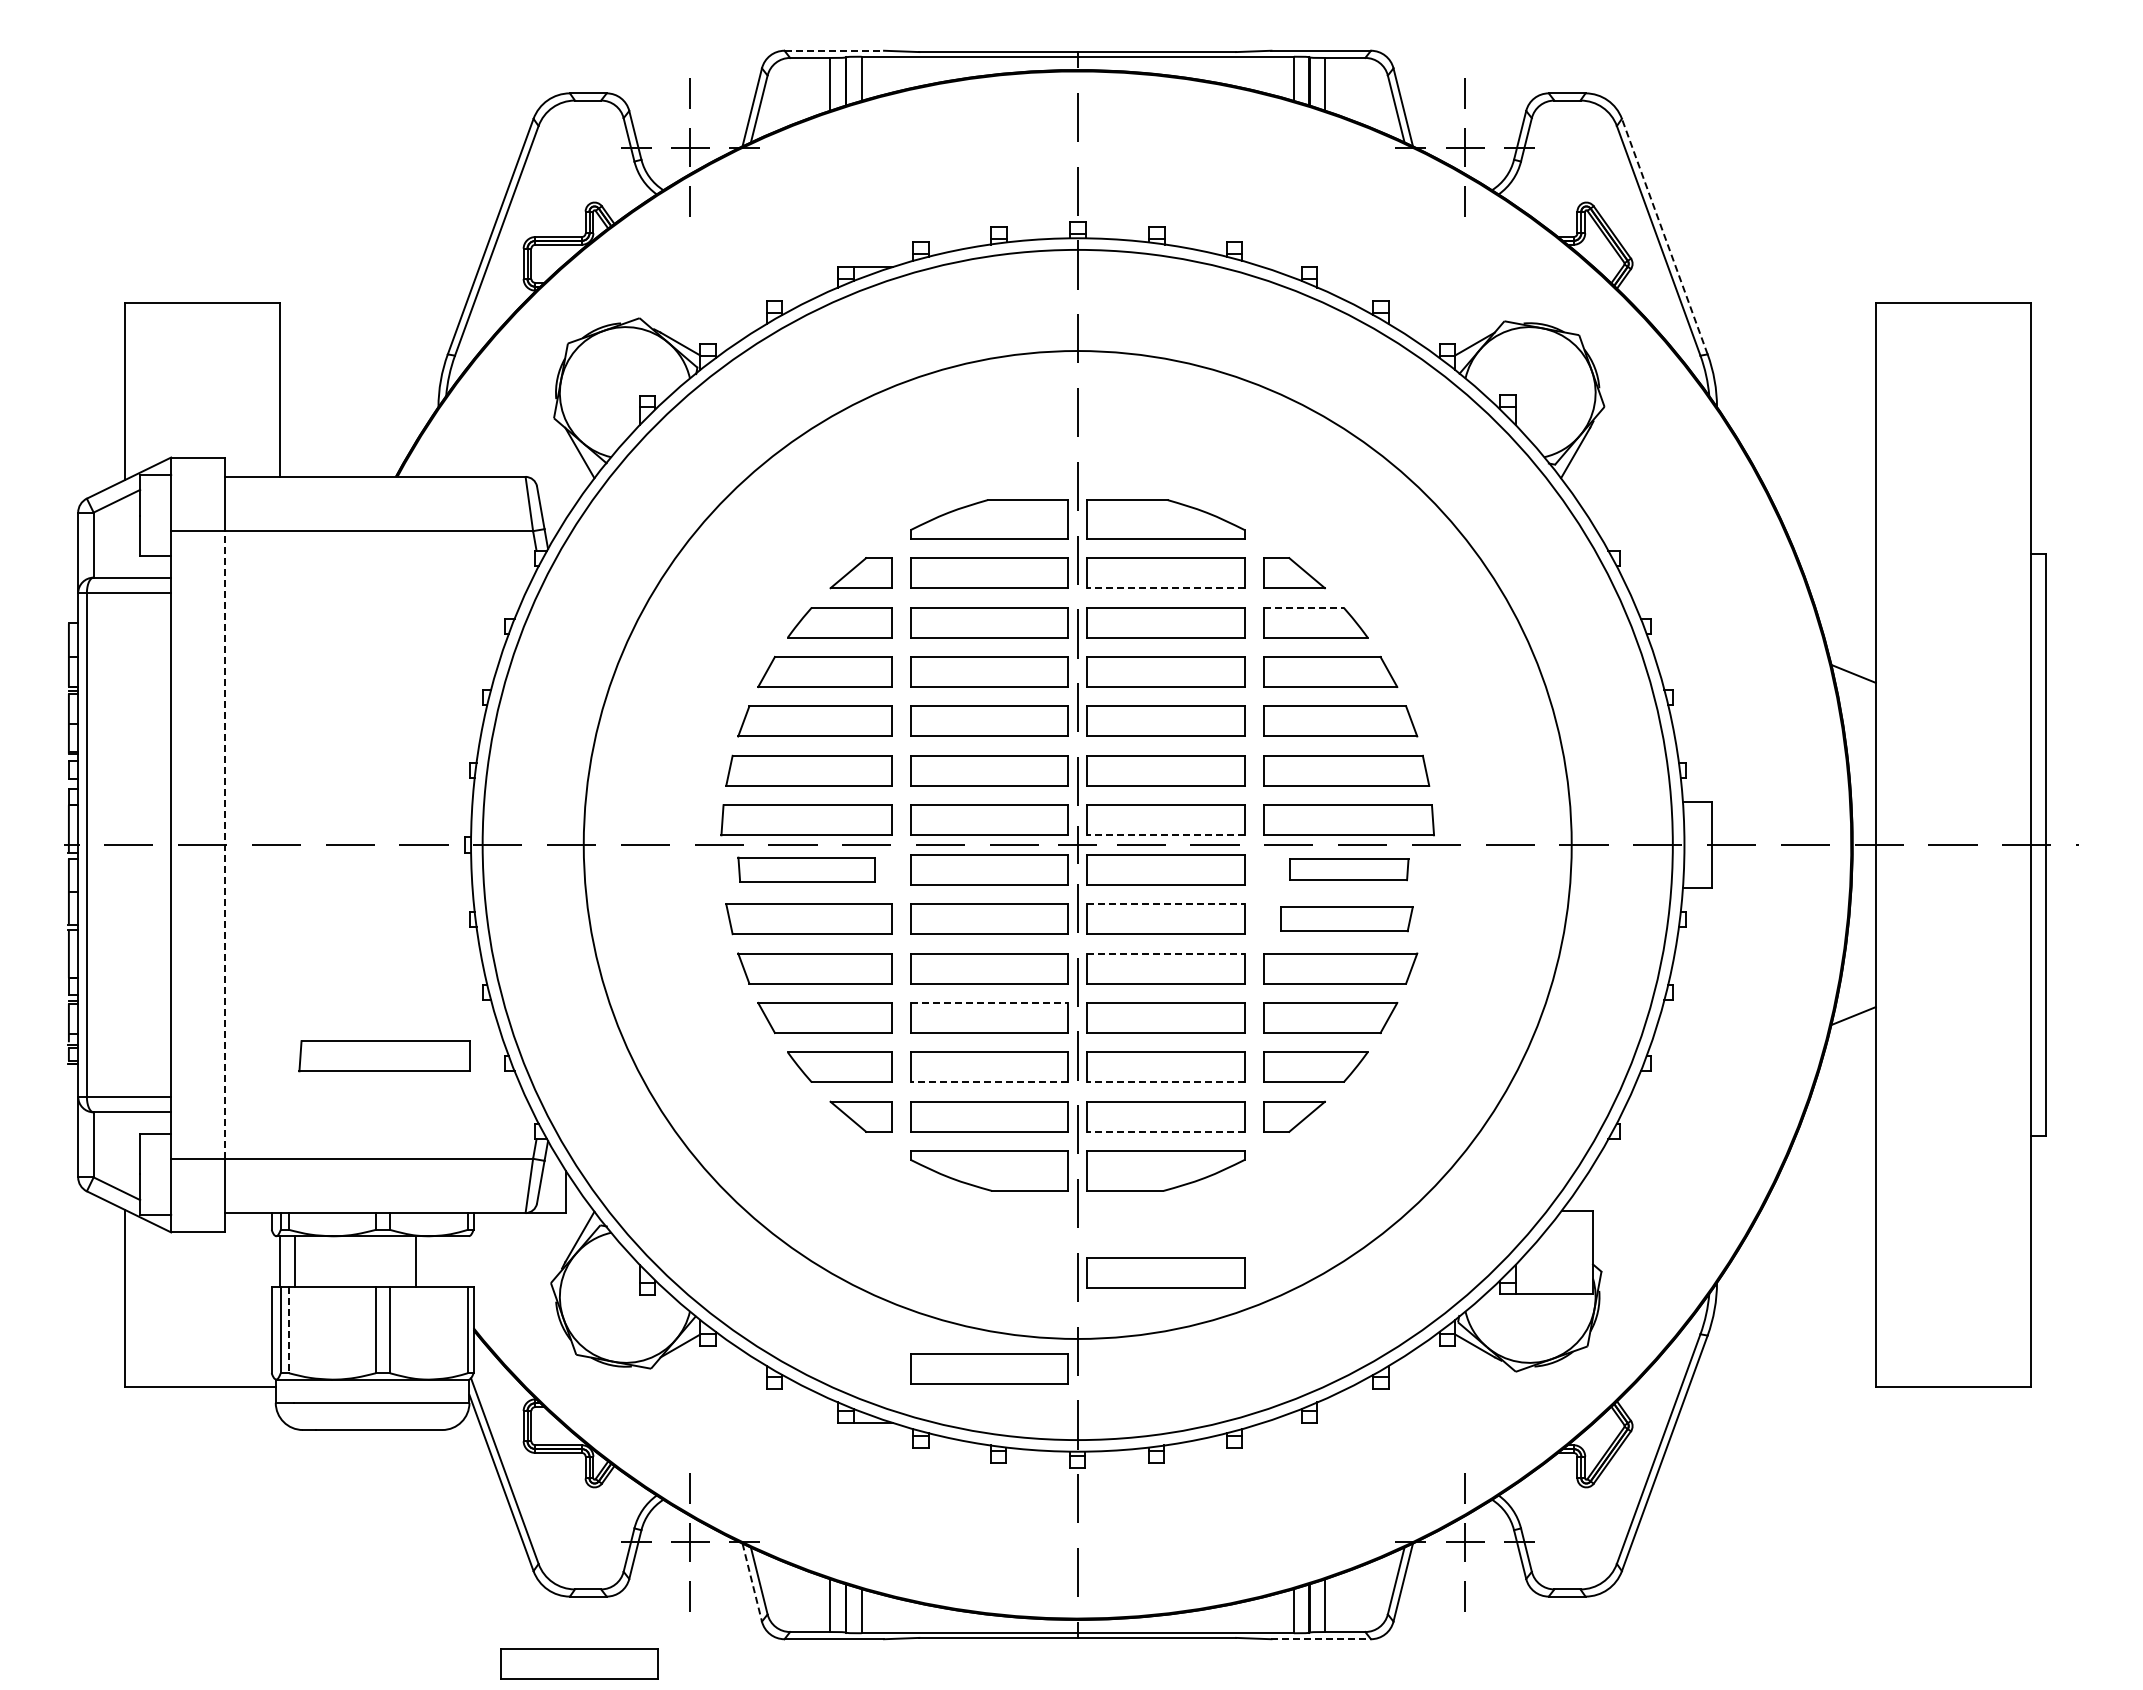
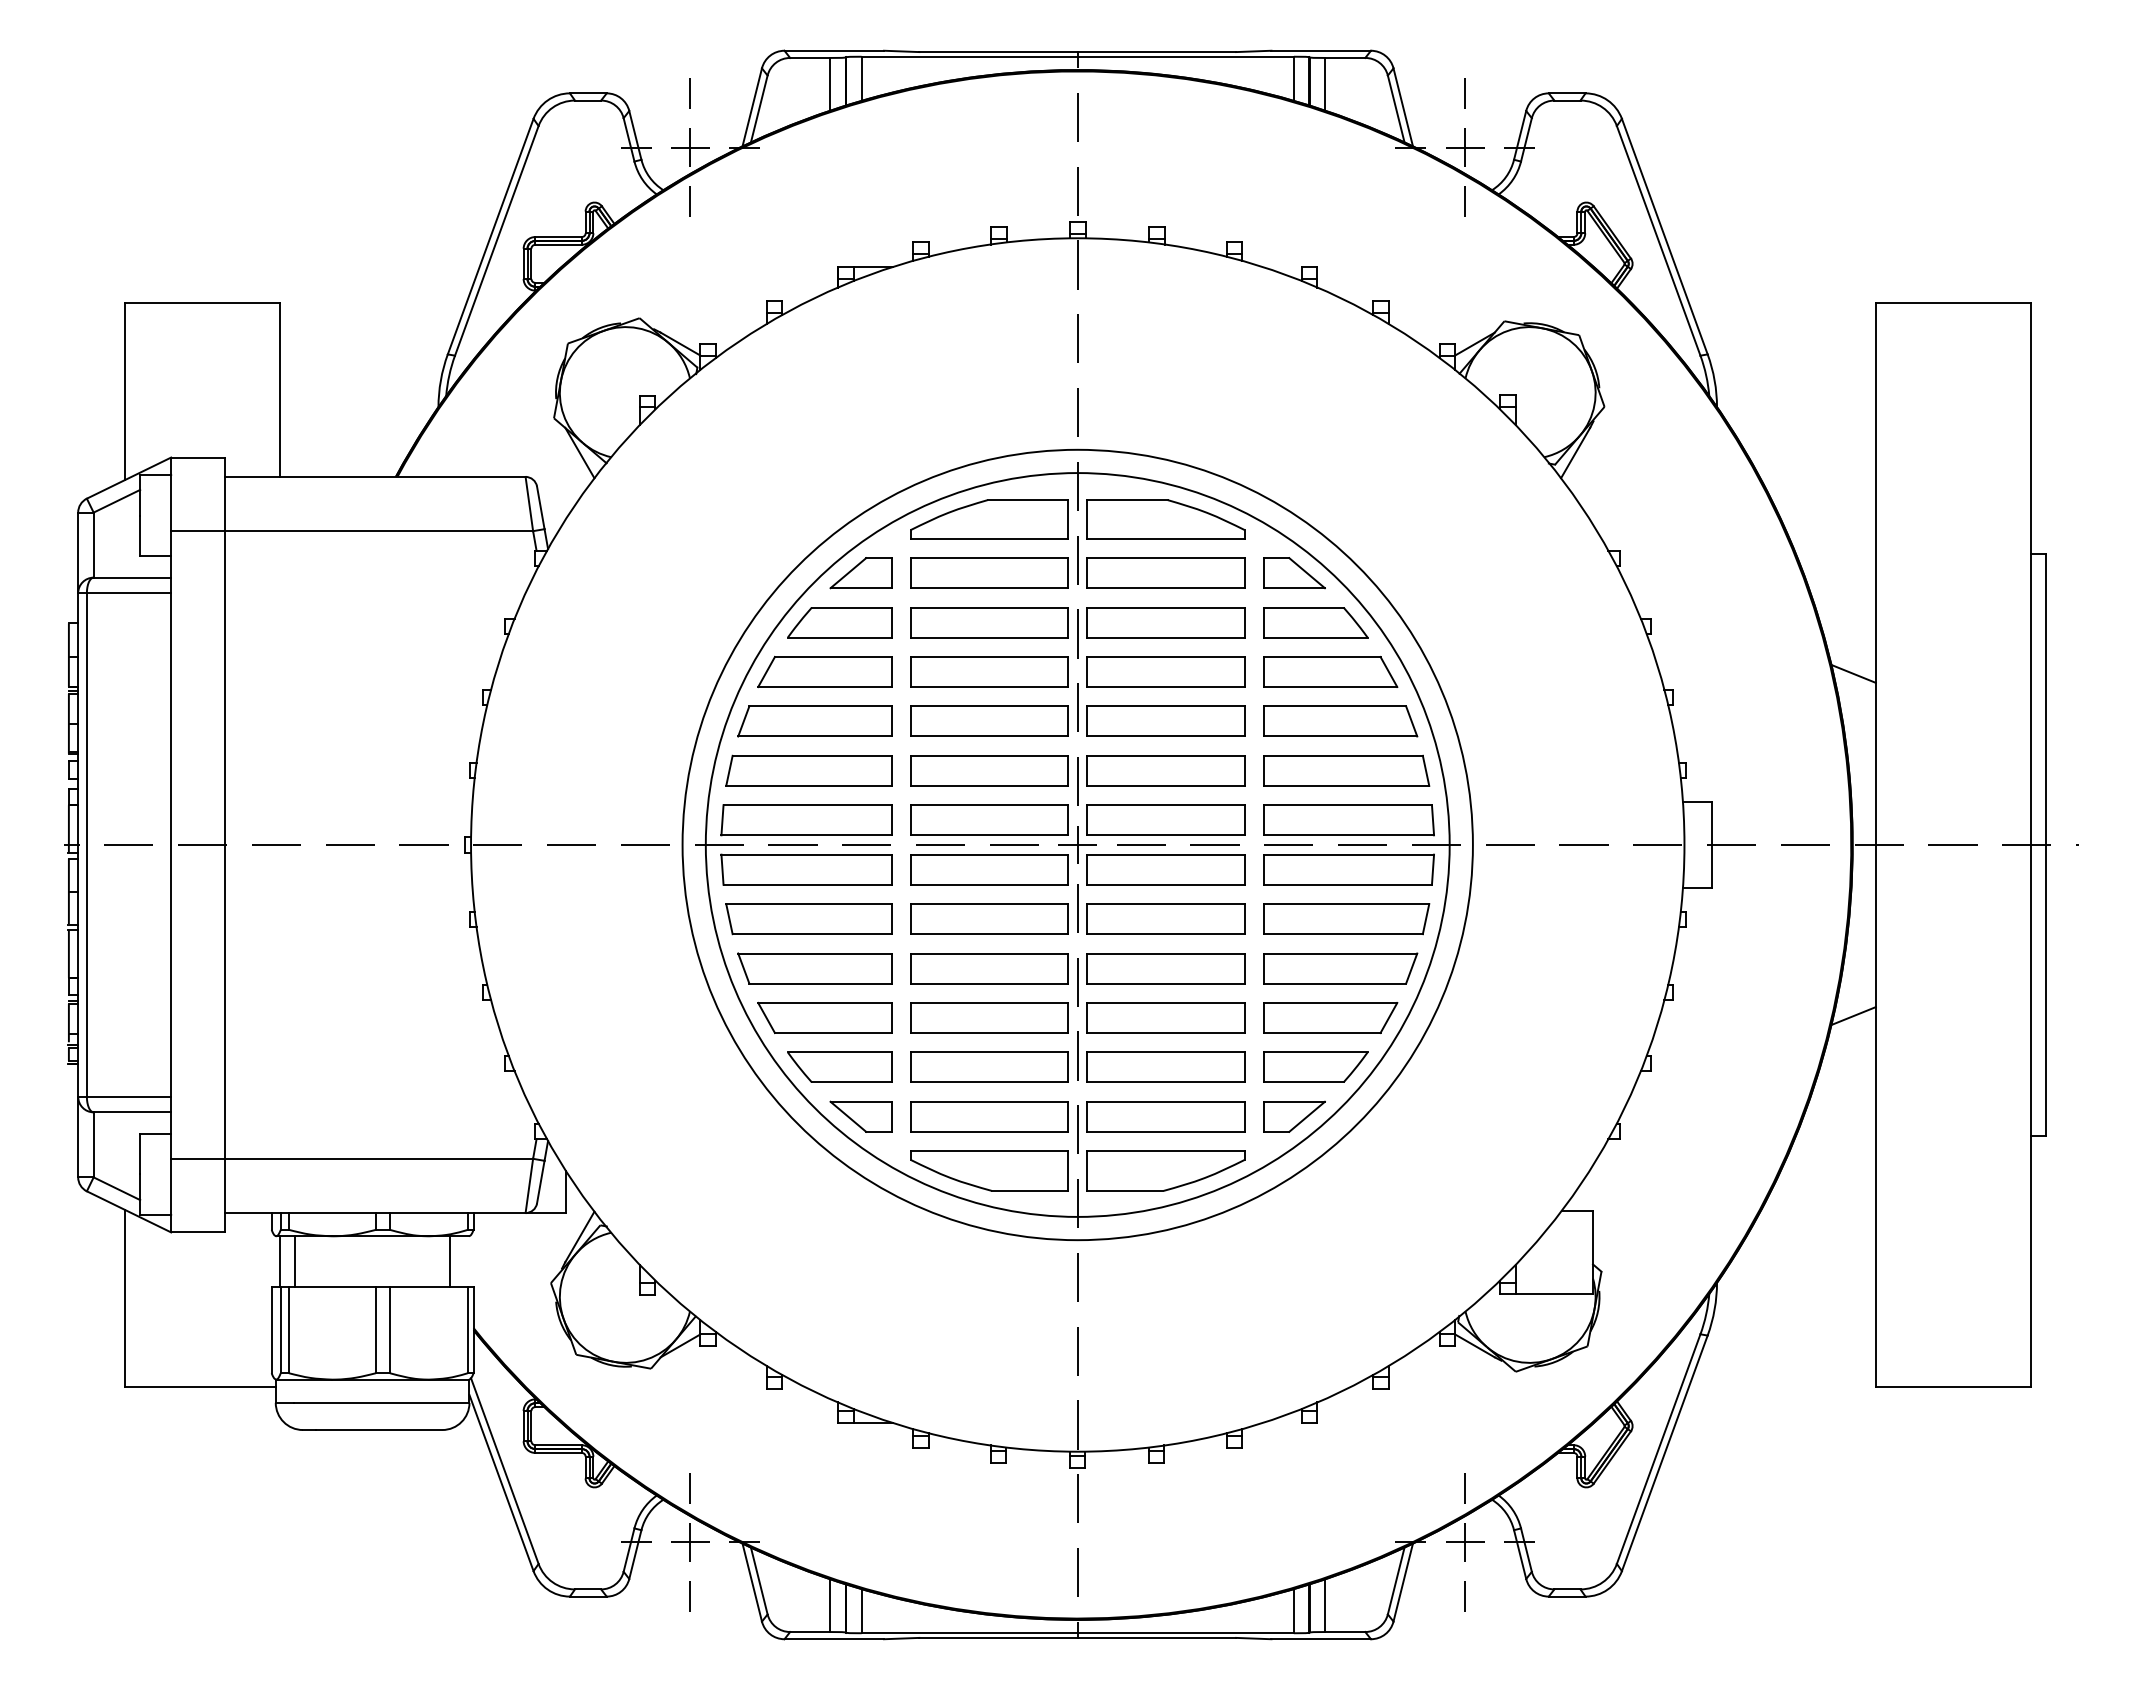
line at (834, 50): dashed -> solid
line at (1664, 236): dashed -> solid
line at (1166, 588): dashed -> solid
line at (1303, 607): dashed -> solid
line at (1166, 835): dashed -> solid
circle at (1077, 844) diameter: 1190 px -> 744 px
circle at (1077, 844) diameter: 988 px -> 790 px
line at (225, 845): dashed -> solid
part at (806, 869) size: 139x27 px -> 173x33 px
part at (1349, 869) size: 121x24 px -> 172x33 px
line at (1166, 904): dashed -> solid
part at (1346, 919) size: 134x27 px -> 168x33 px
line at (1166, 953): dashed -> solid
line at (989, 1002): dashed -> solid
part at (384, 1056): present -> none
line at (989, 1082): dashed -> solid
line at (1166, 1082): dashed -> solid
line at (1166, 1131): dashed -> solid
line at (416, 1261) position: (416, 1261) -> (450, 1261)
part at (1165, 1272): present -> none
line at (289, 1330): dashed -> solid
part at (989, 1368): present -> none
line at (752, 1583): dashed -> solid
line at (1321, 1639): dashed -> solid
part at (579, 1663): present -> none
